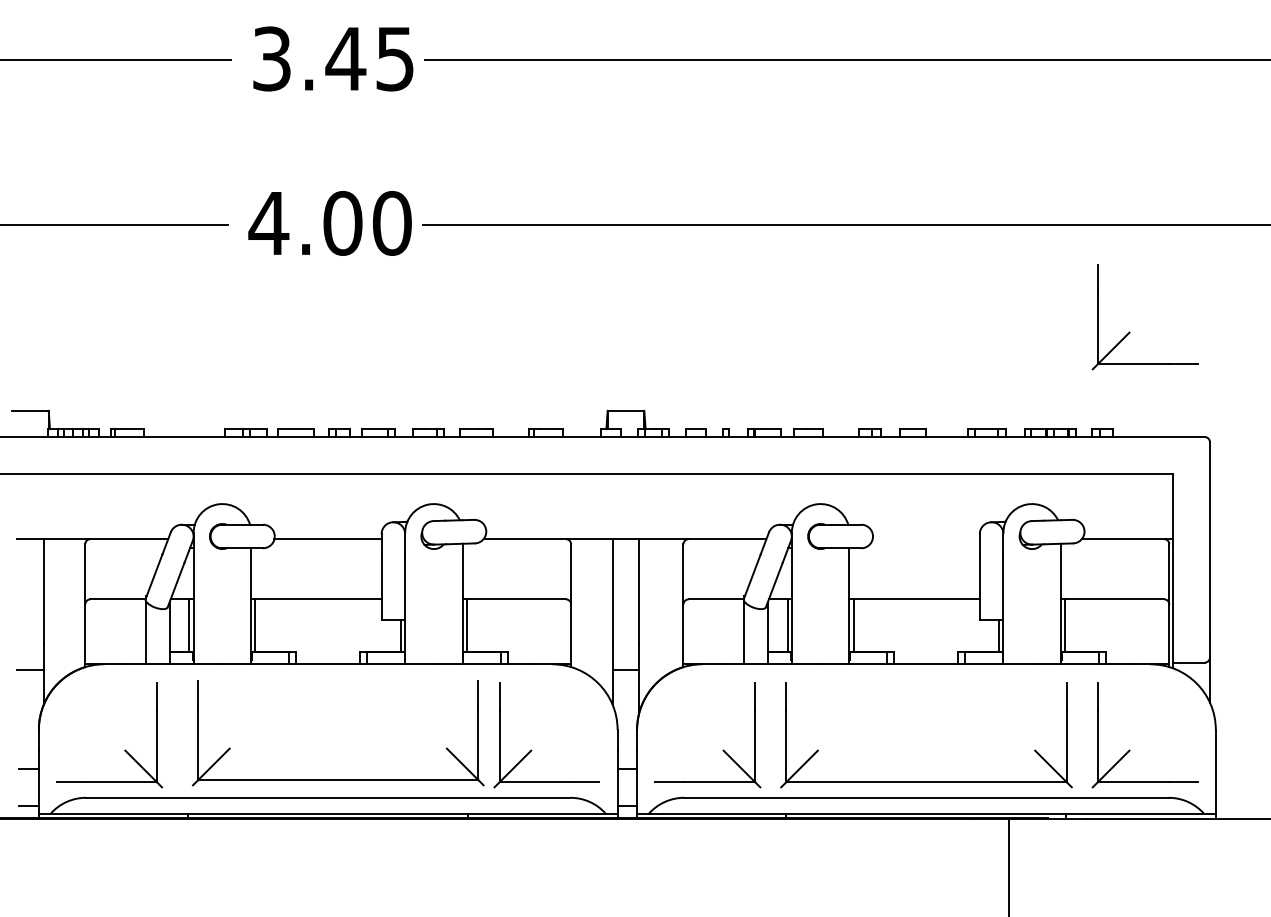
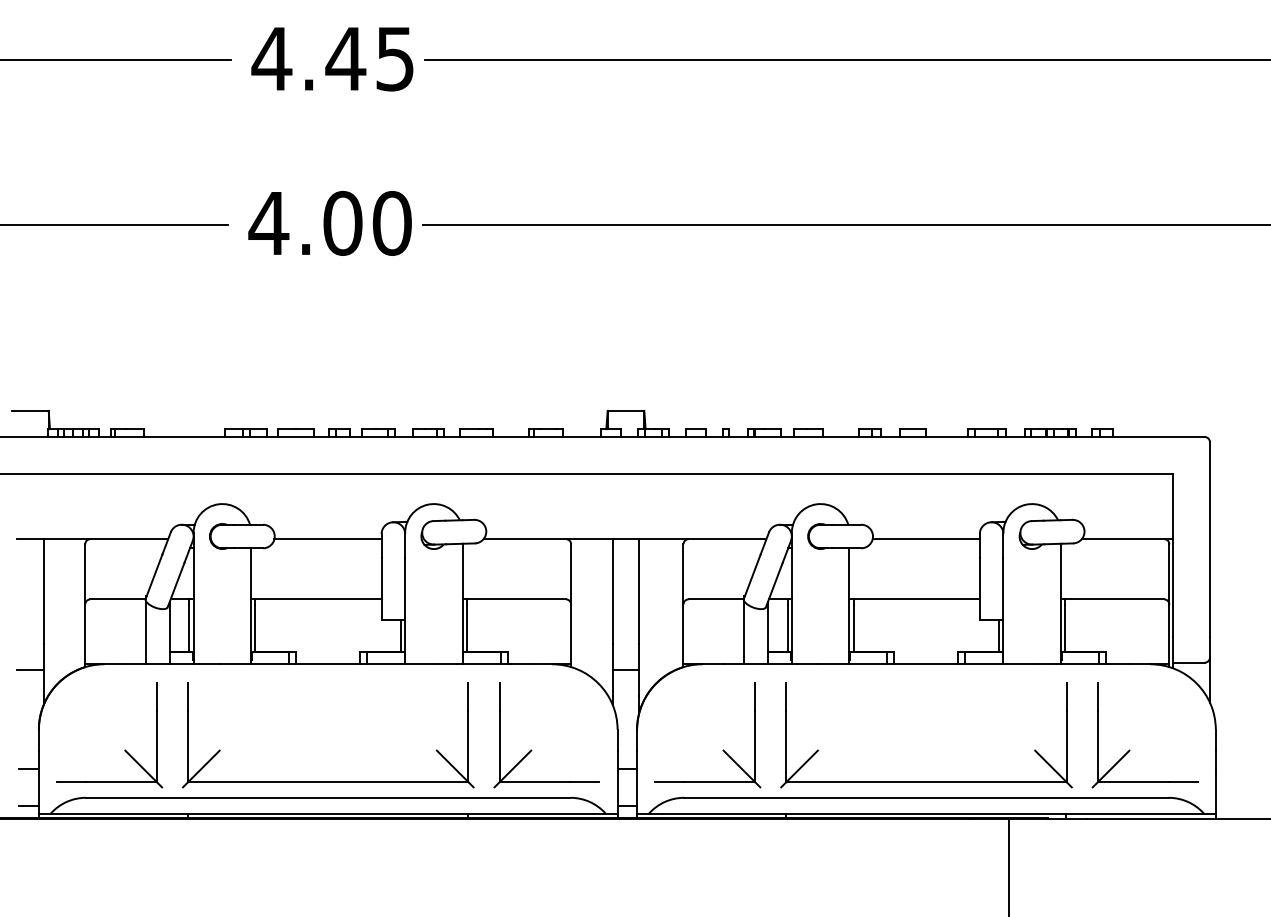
text at (271, 58): 3.45 -> 4.45
part at (1129, 331): present -> none
line at (925, 539): none -> present
part at (337, 779) position: (337, 779) -> (327, 781)
